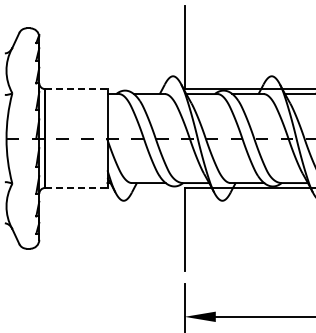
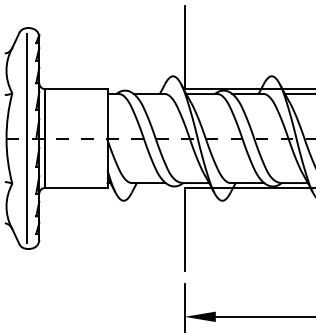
line at (76, 89): dashed -> solid
line at (26, 138): none -> present
line at (76, 187): dashed -> solid
